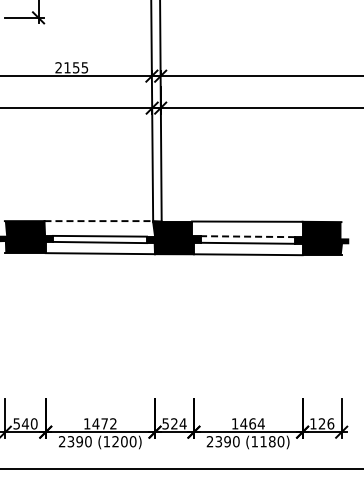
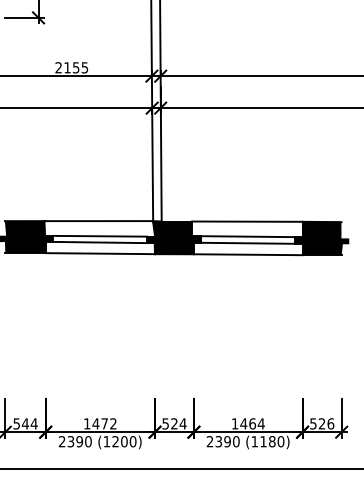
line at (99, 221): dashed -> solid
line at (247, 236): dashed -> solid
text at (33, 423): 540 -> 544
text at (313, 423): 126 -> 526
